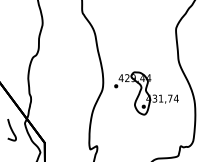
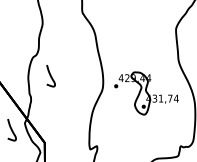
curve at (50, 76): none -> present
